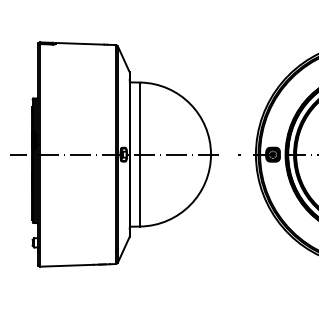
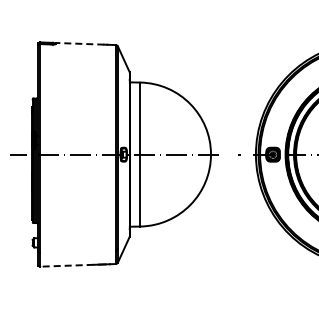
line at (79, 43): solid -> dashed
line at (66, 265): solid -> dashed
